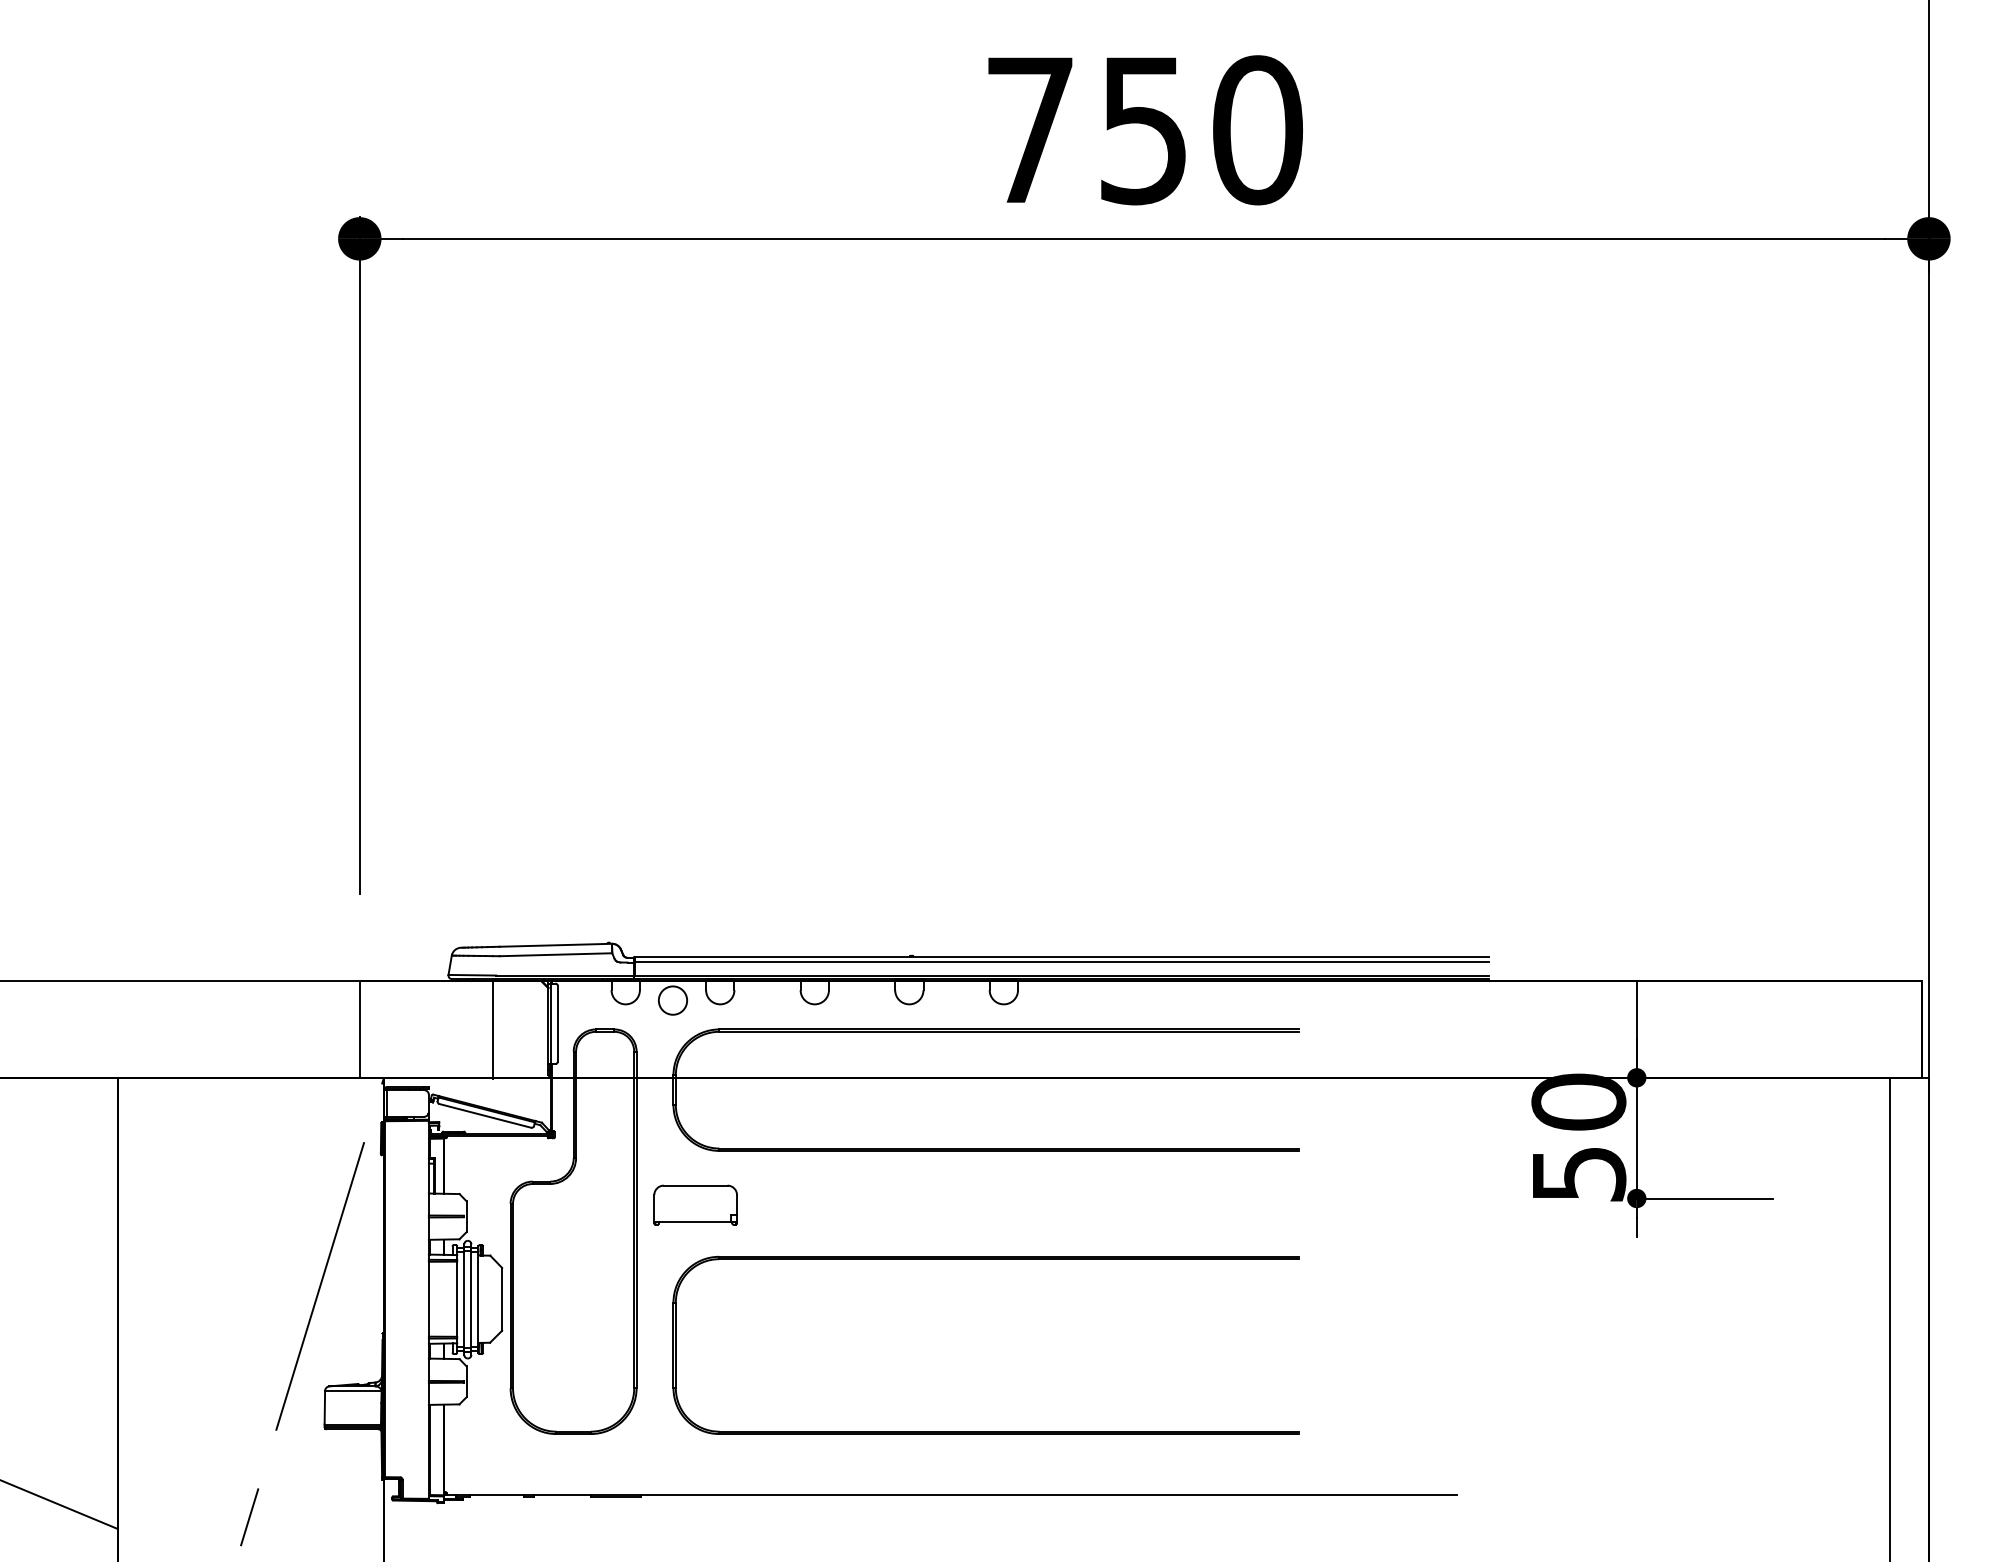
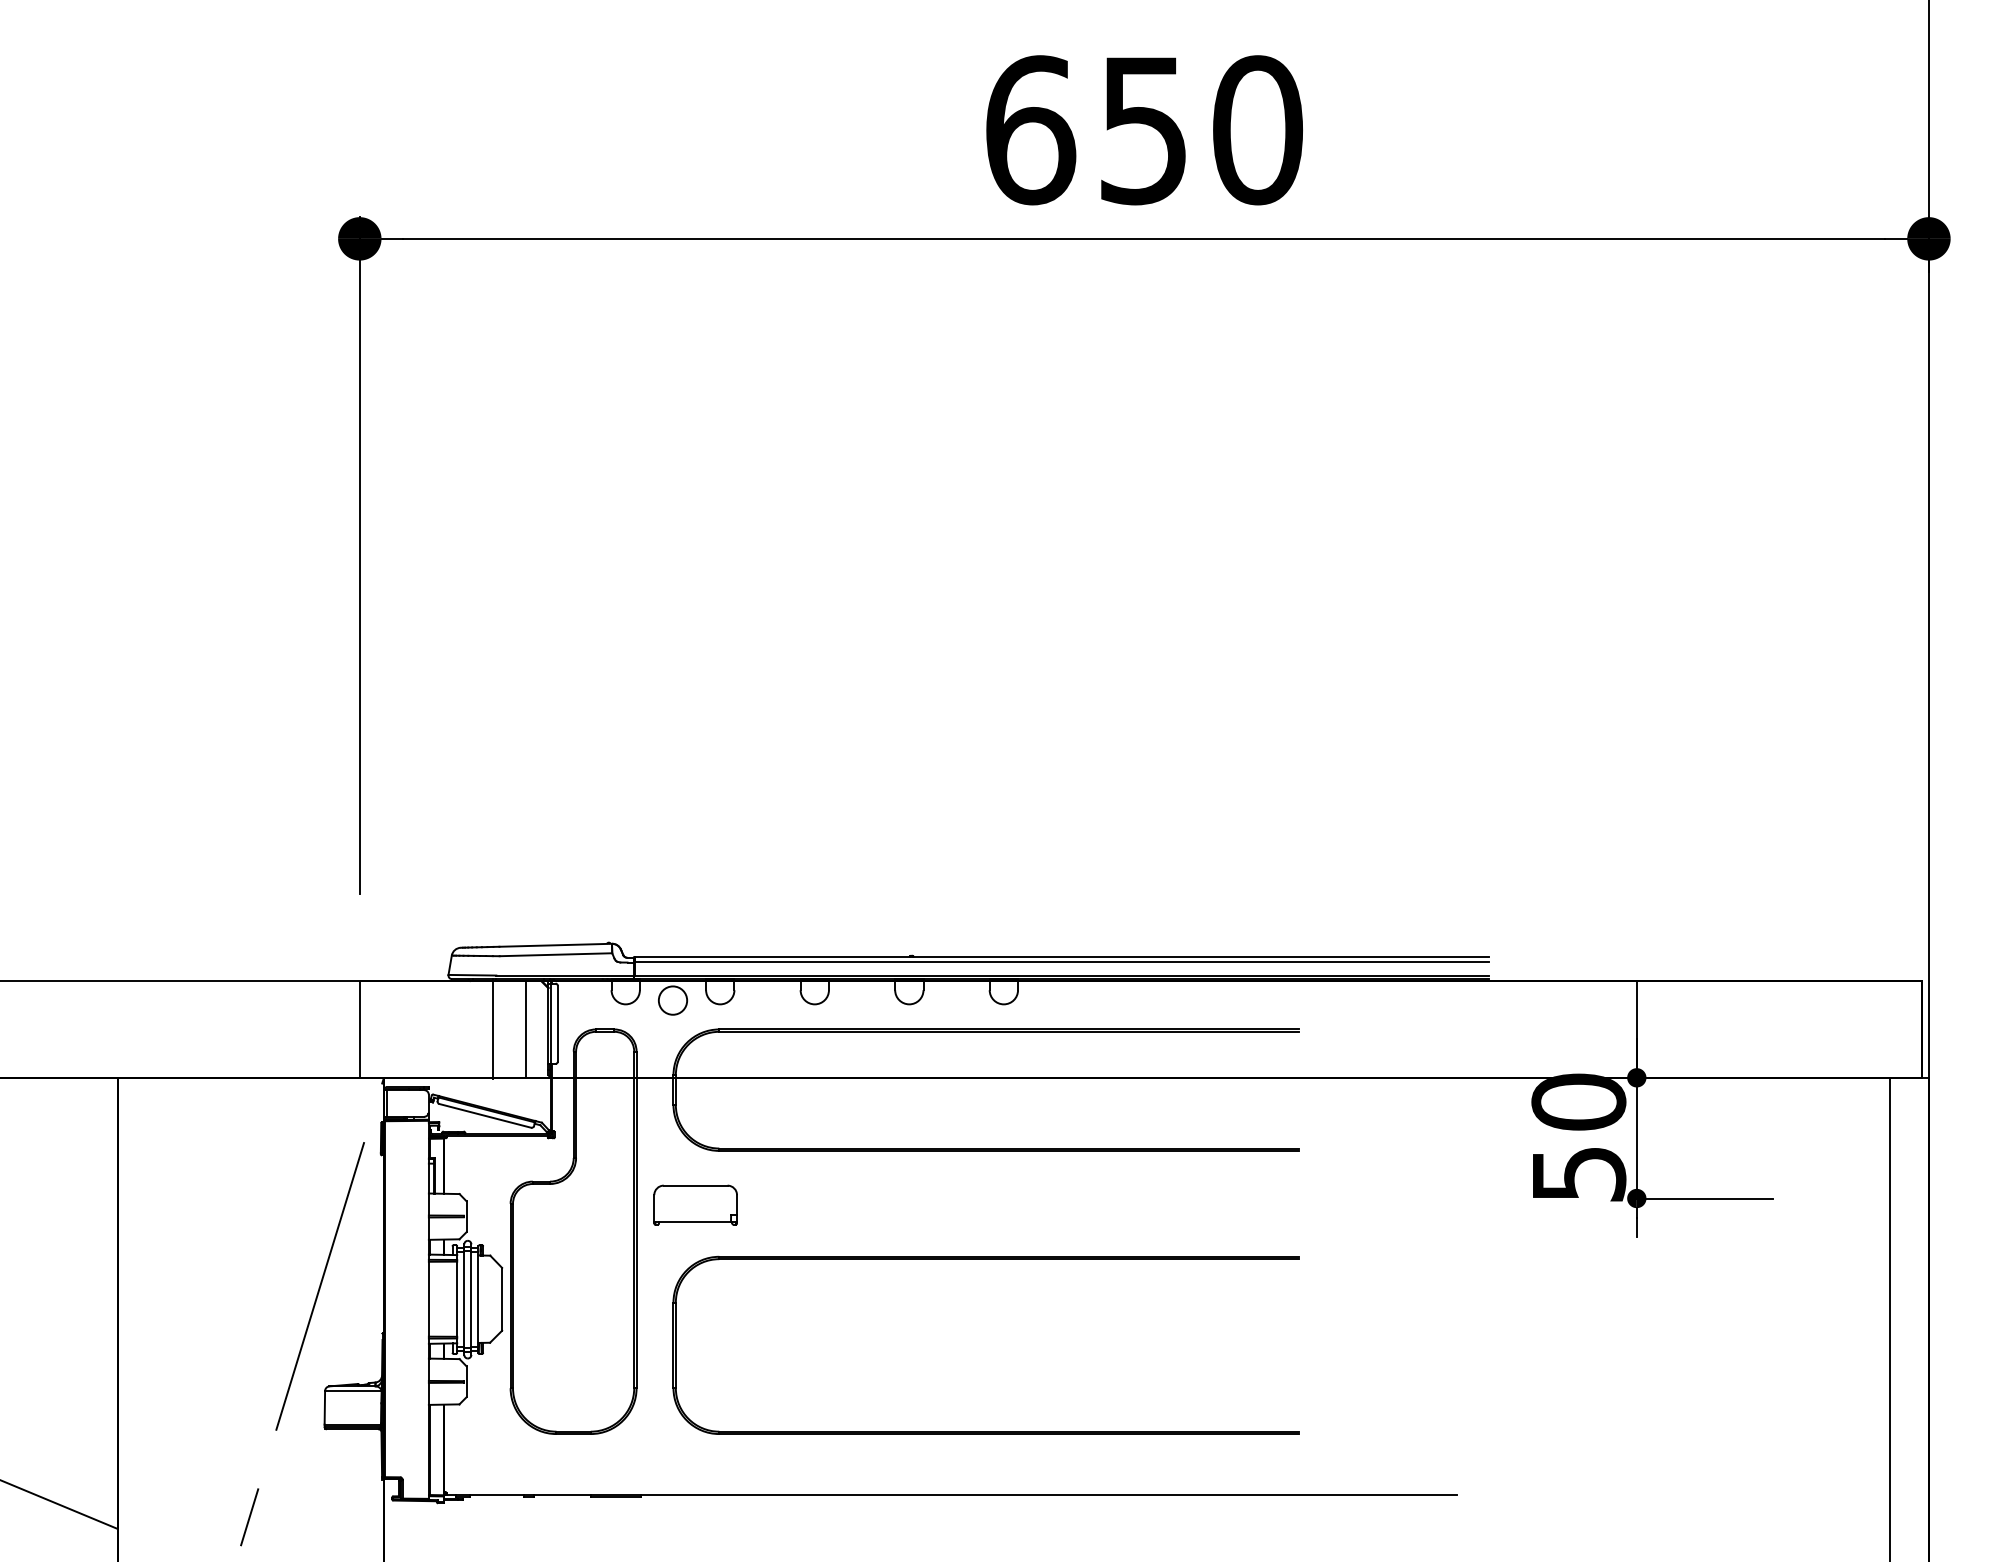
text at (1031, 130): 750 -> 650
line at (526, 1029): none -> present
